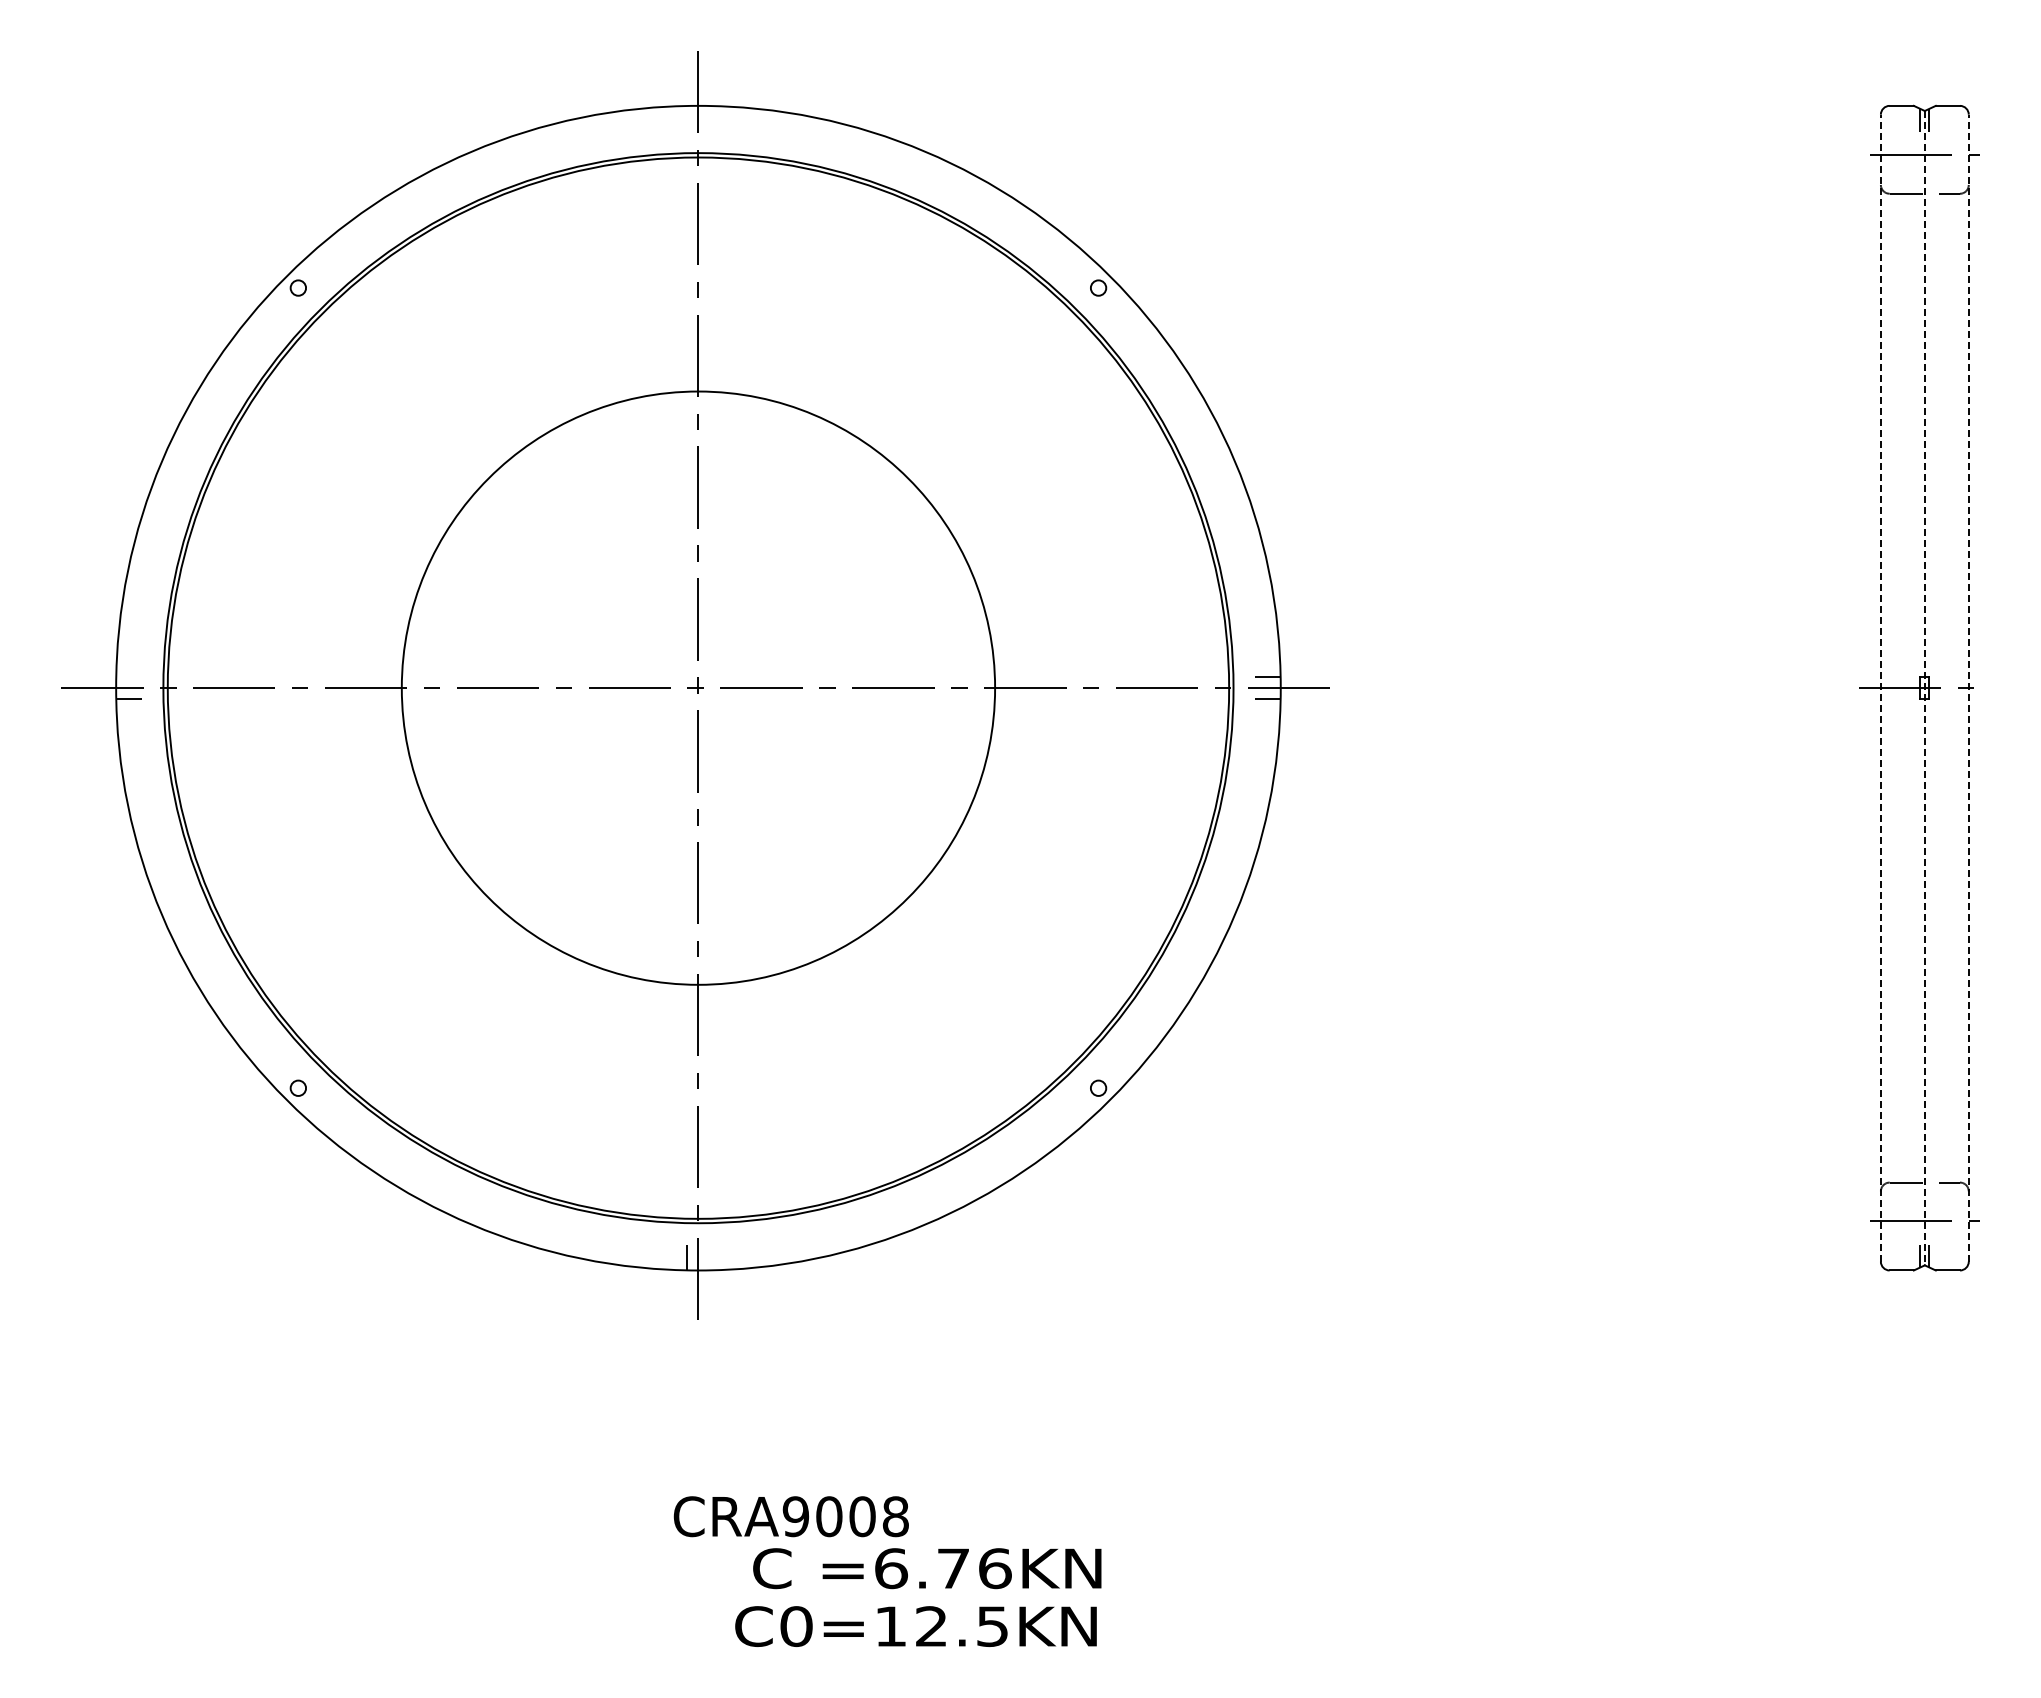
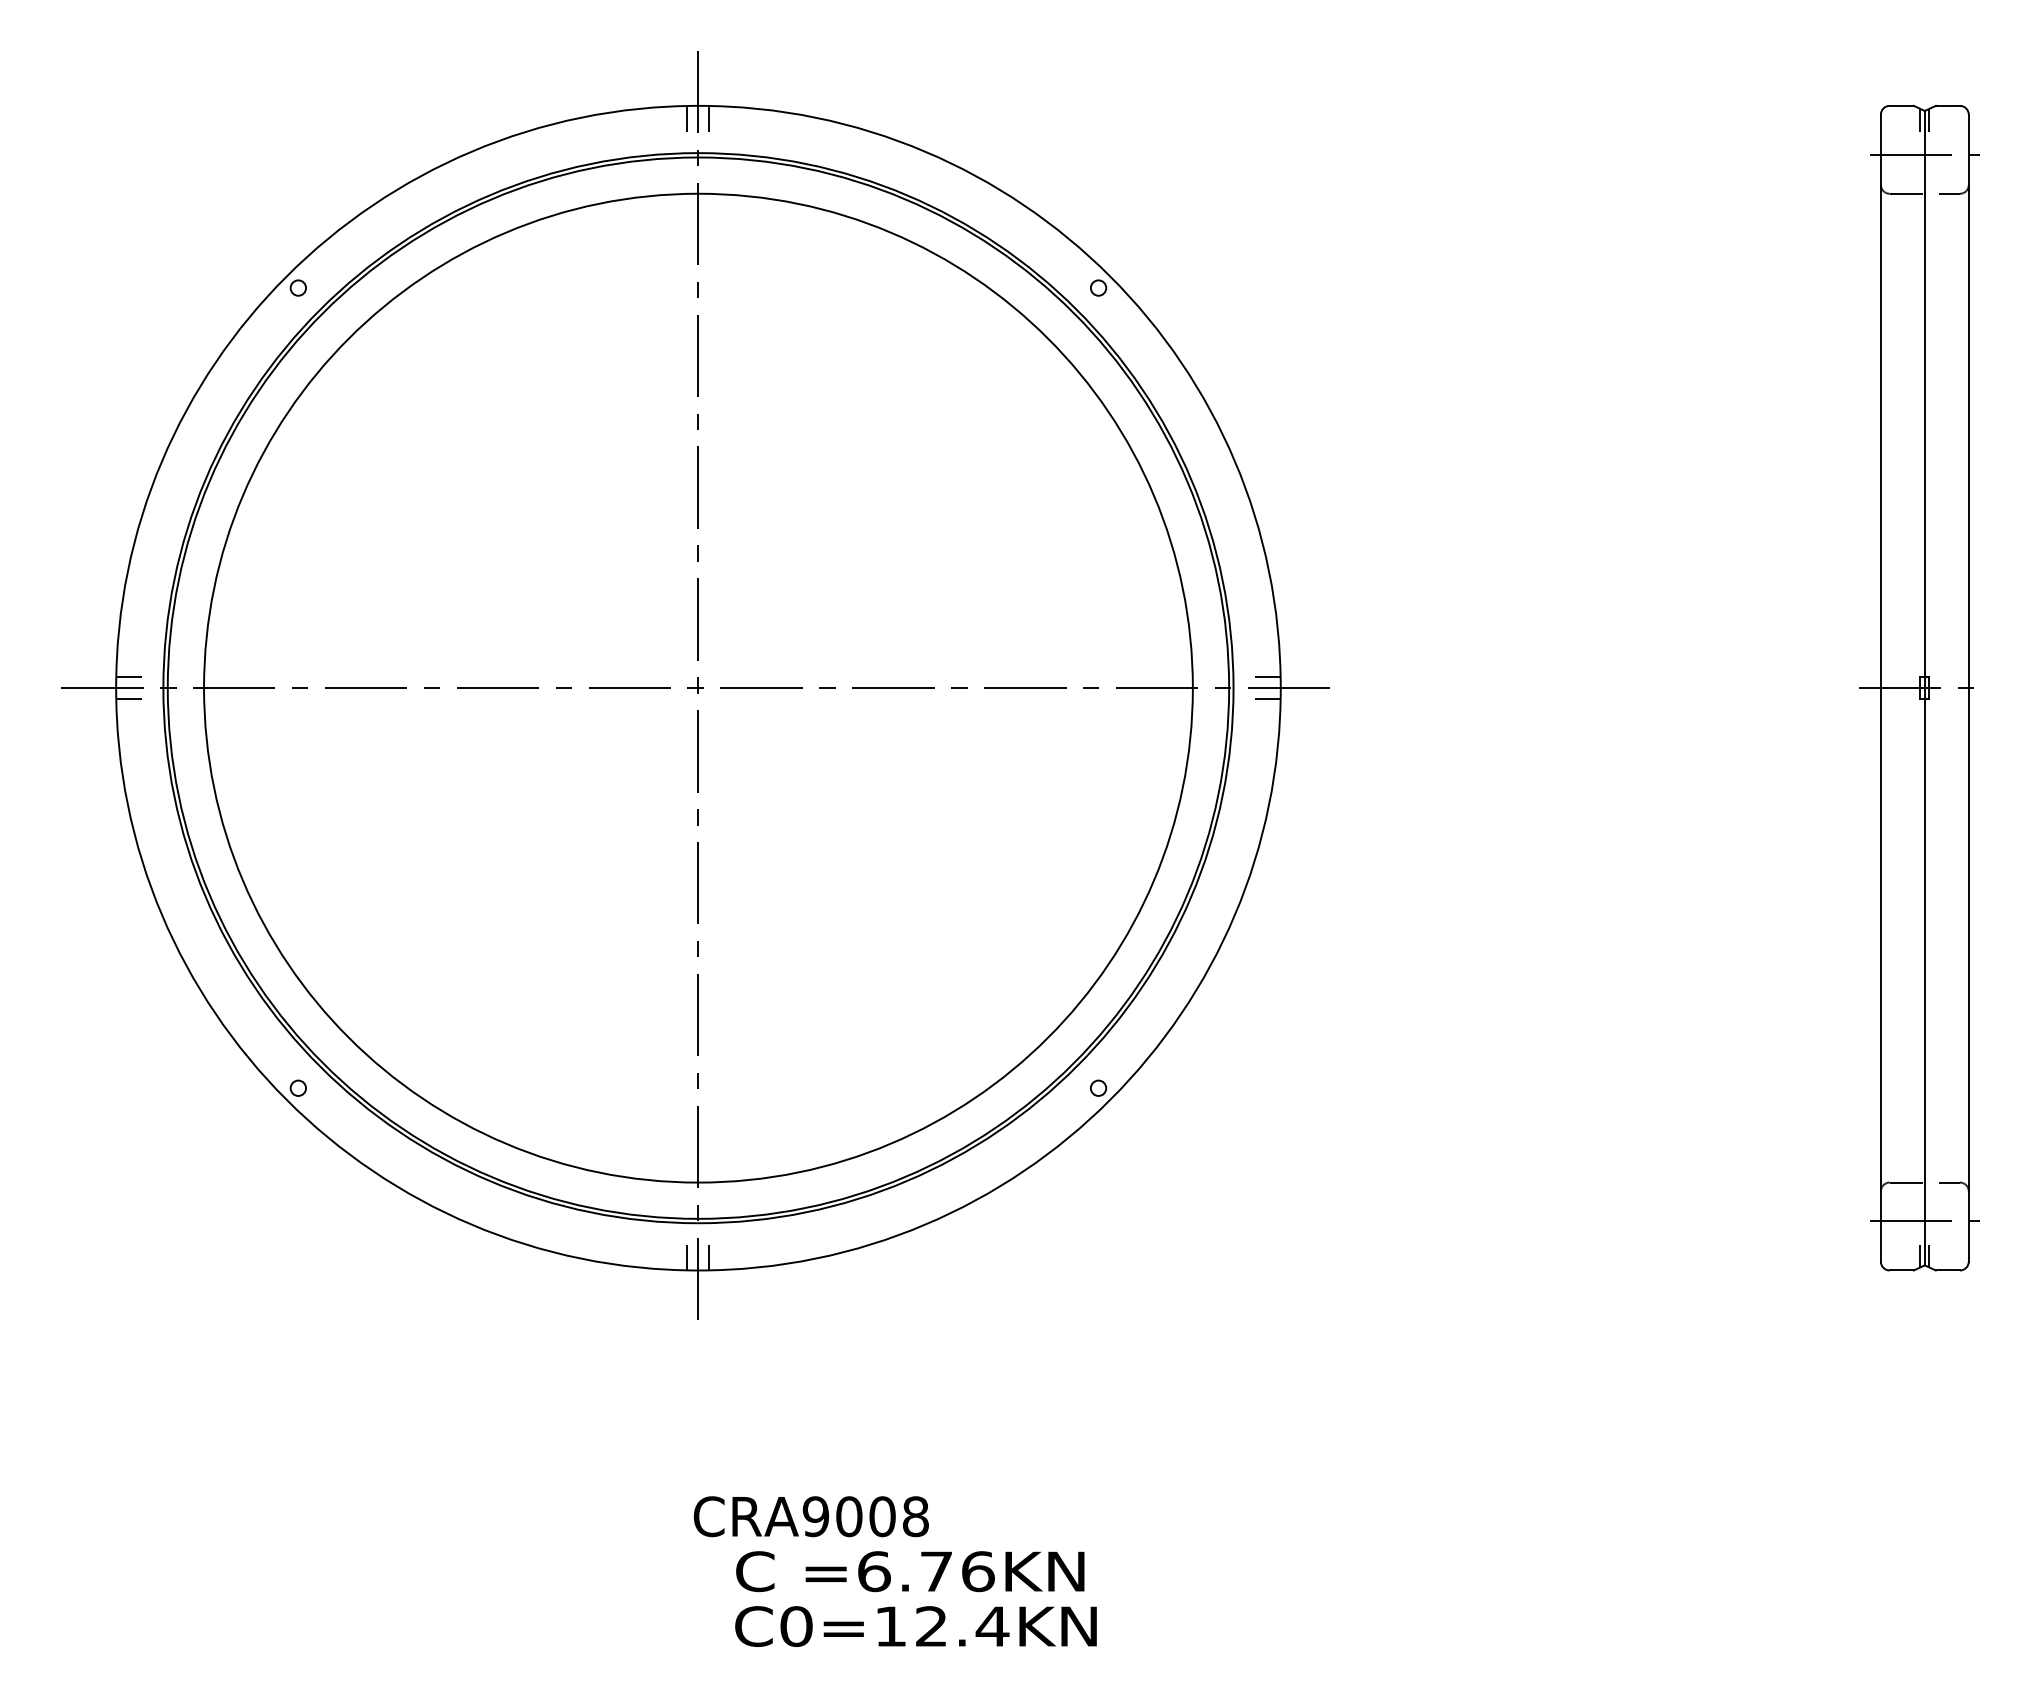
line at (687, 118): none -> present
line at (709, 118): none -> present
line at (128, 677): none -> present
circle at (698, 687) diameter: 593 px -> 989 px
line at (1880, 688): dashed -> solid
line at (1924, 688): dashed -> solid
line at (1968, 688): dashed -> solid
line at (709, 1257): none -> present
text at (790, 1516) position: (790, 1516) -> (810, 1516)
text at (927, 1568) position: (927, 1568) -> (910, 1571)
text at (992, 1626): C0=12.5KN -> C0=12.4KN
